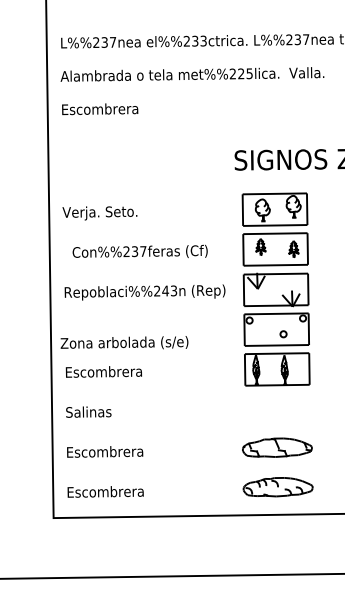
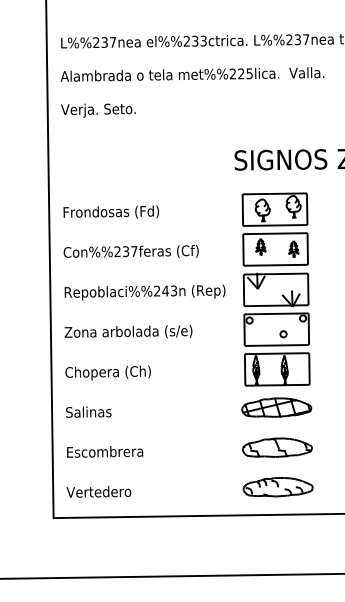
text at (99, 110): Escombrera -> Verja. Seto.
text at (110, 212): Verja. Seto. -> Frondosas (Fd)
text at (139, 250) position: (139, 250) -> (130, 250)
text at (124, 342) position: (124, 342) -> (128, 331)
text at (107, 372): Escombrera -> Chopera (Ch)
part at (276, 407): none -> present
text at (104, 491): Escombrera -> Vertedero
